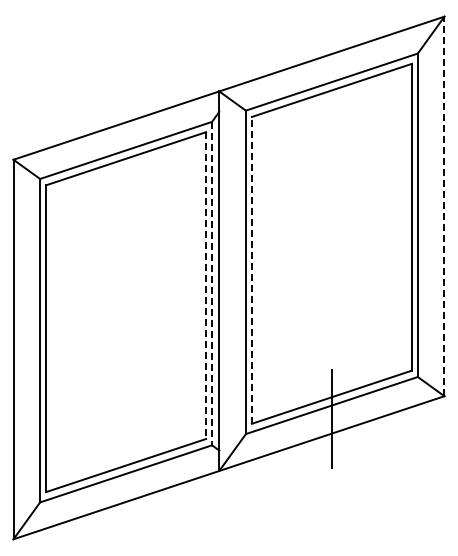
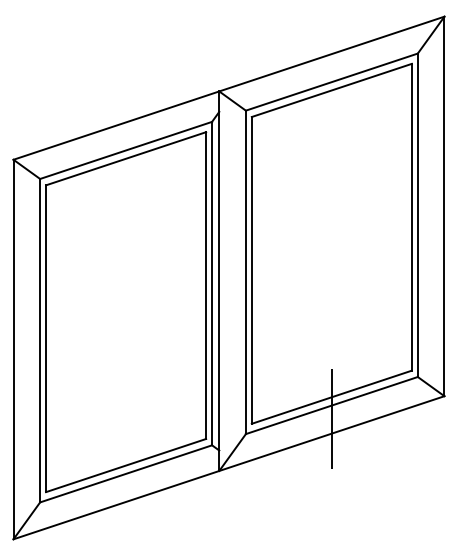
line at (444, 206): dashed -> solid
line at (251, 269): dashed -> solid
line at (212, 283): dashed -> solid
line at (206, 286): dashed -> solid
